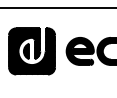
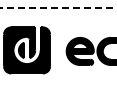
line at (58, 7): solid -> dashed
part at (31, 51) position: (31, 51) -> (26, 50)
